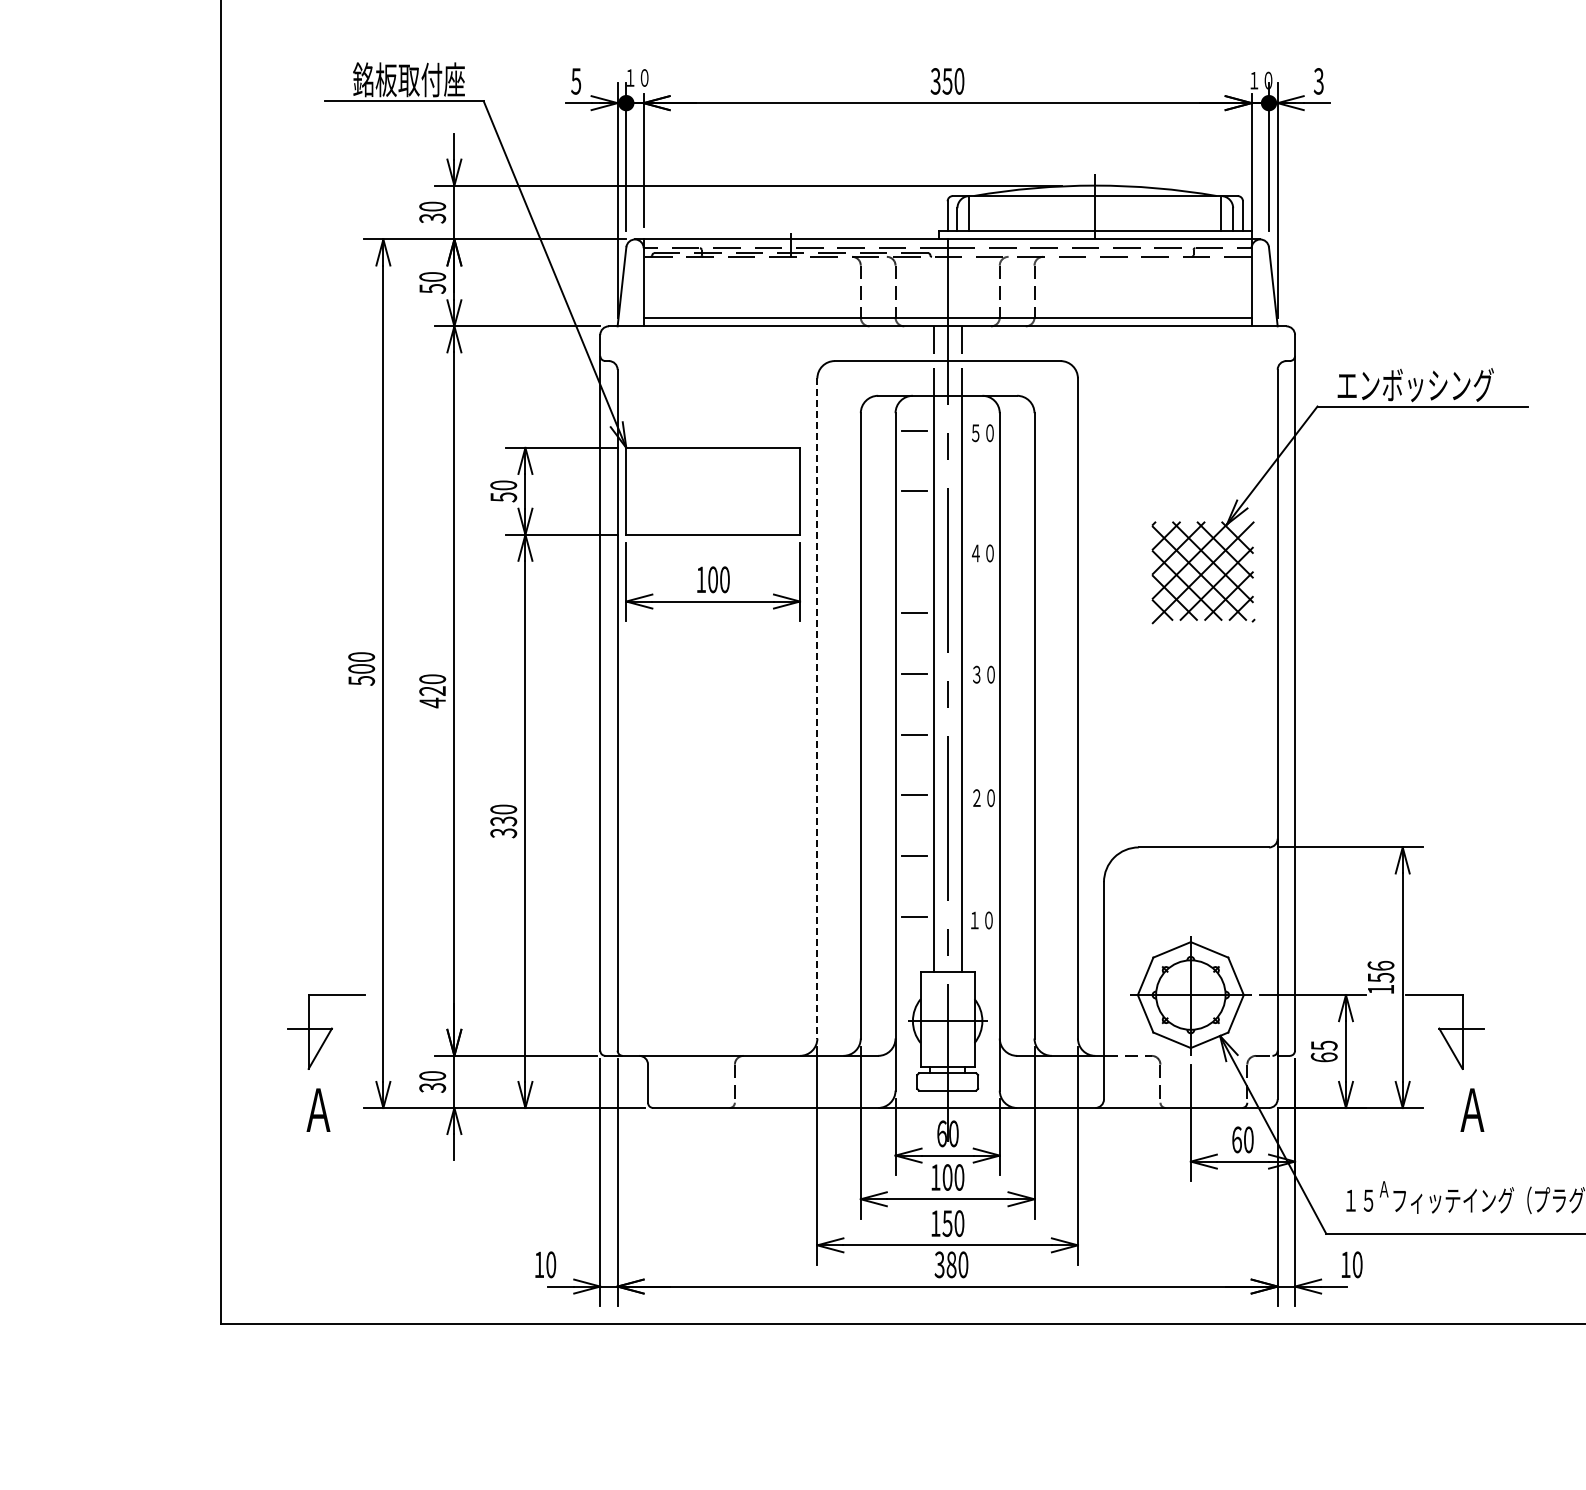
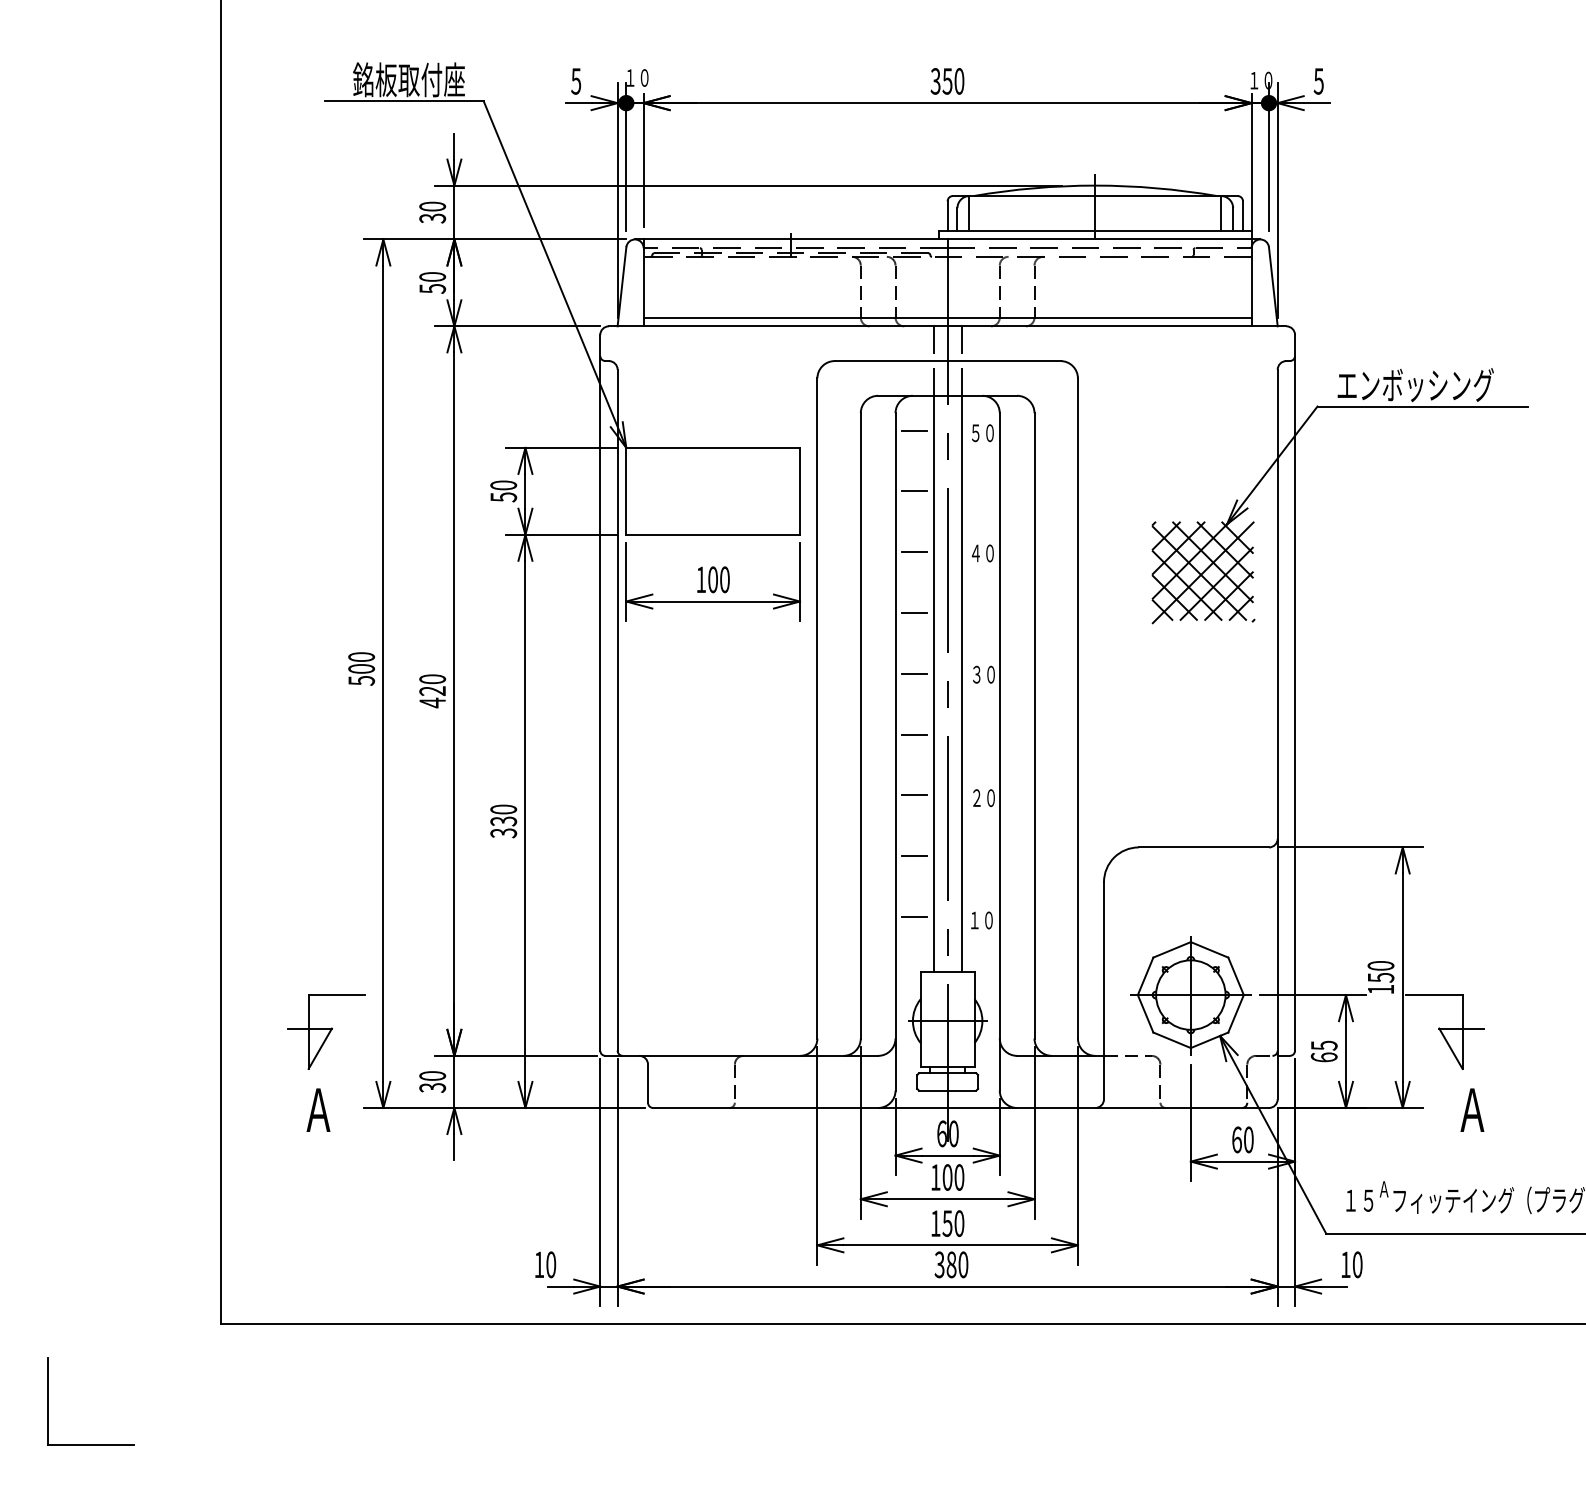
text at (1318, 81): 3 -> 5
line at (914, 552): none -> present
line at (817, 708): dashed -> solid
text at (1380, 965): 156 -> 150
part at (48, 1401): none -> present
